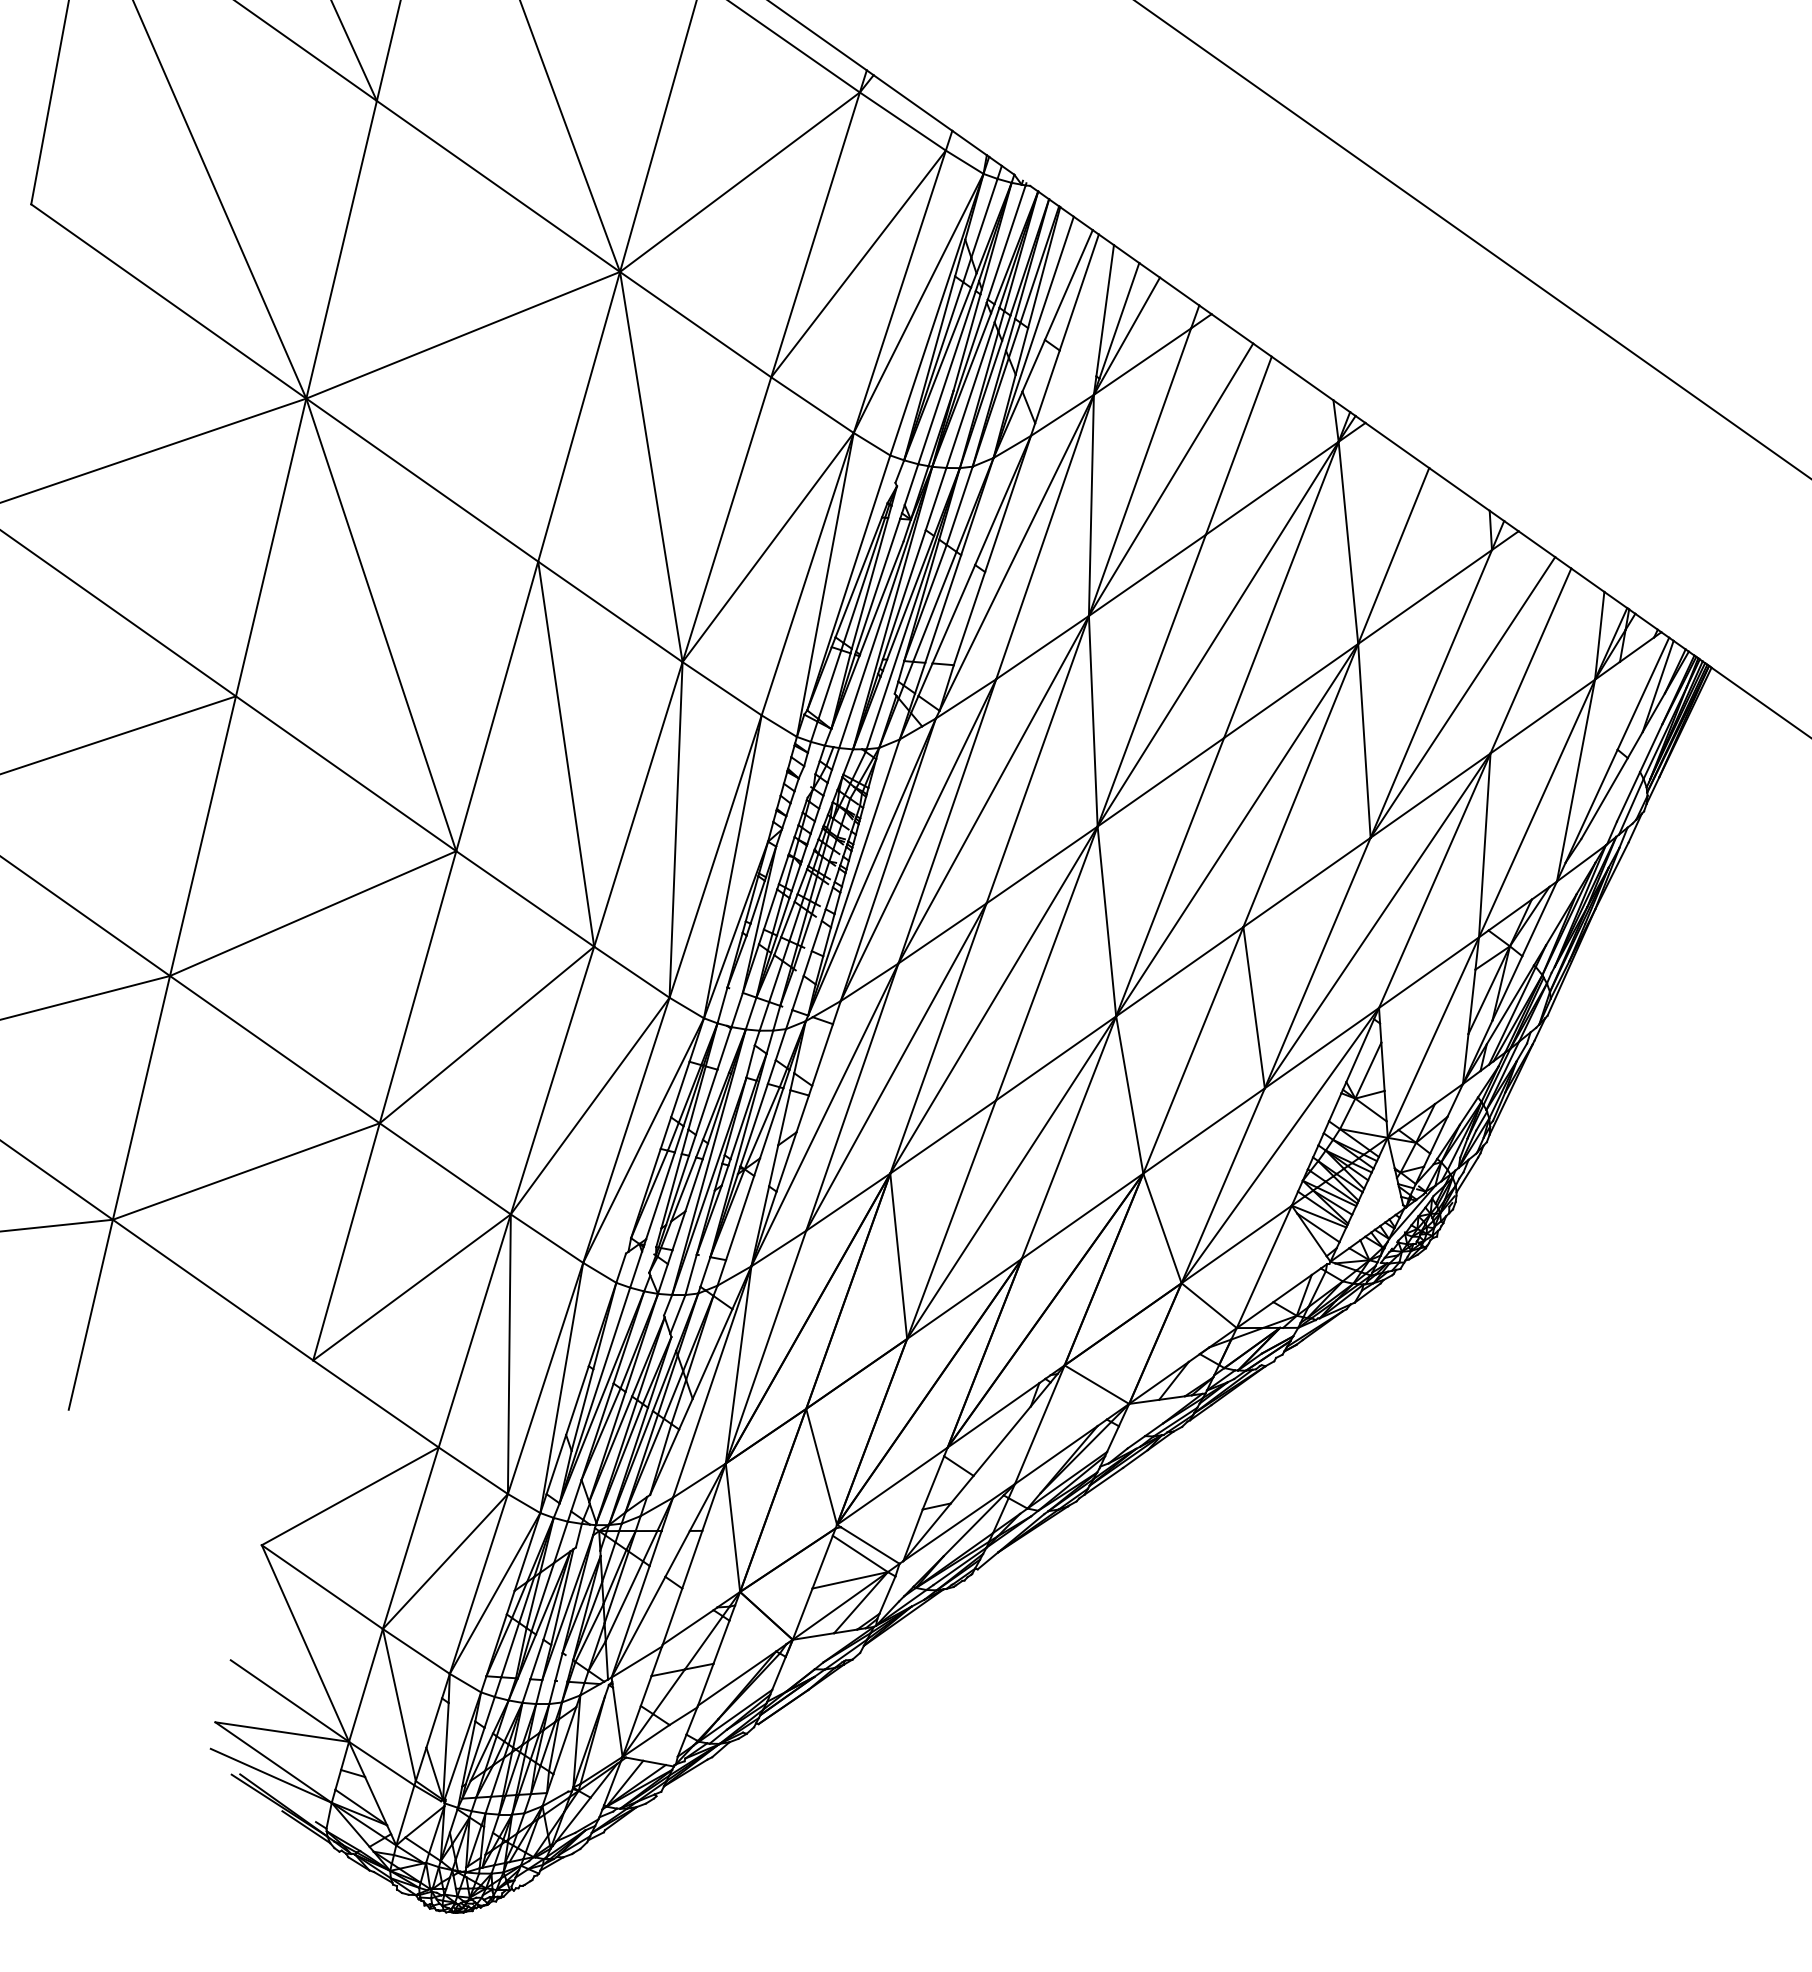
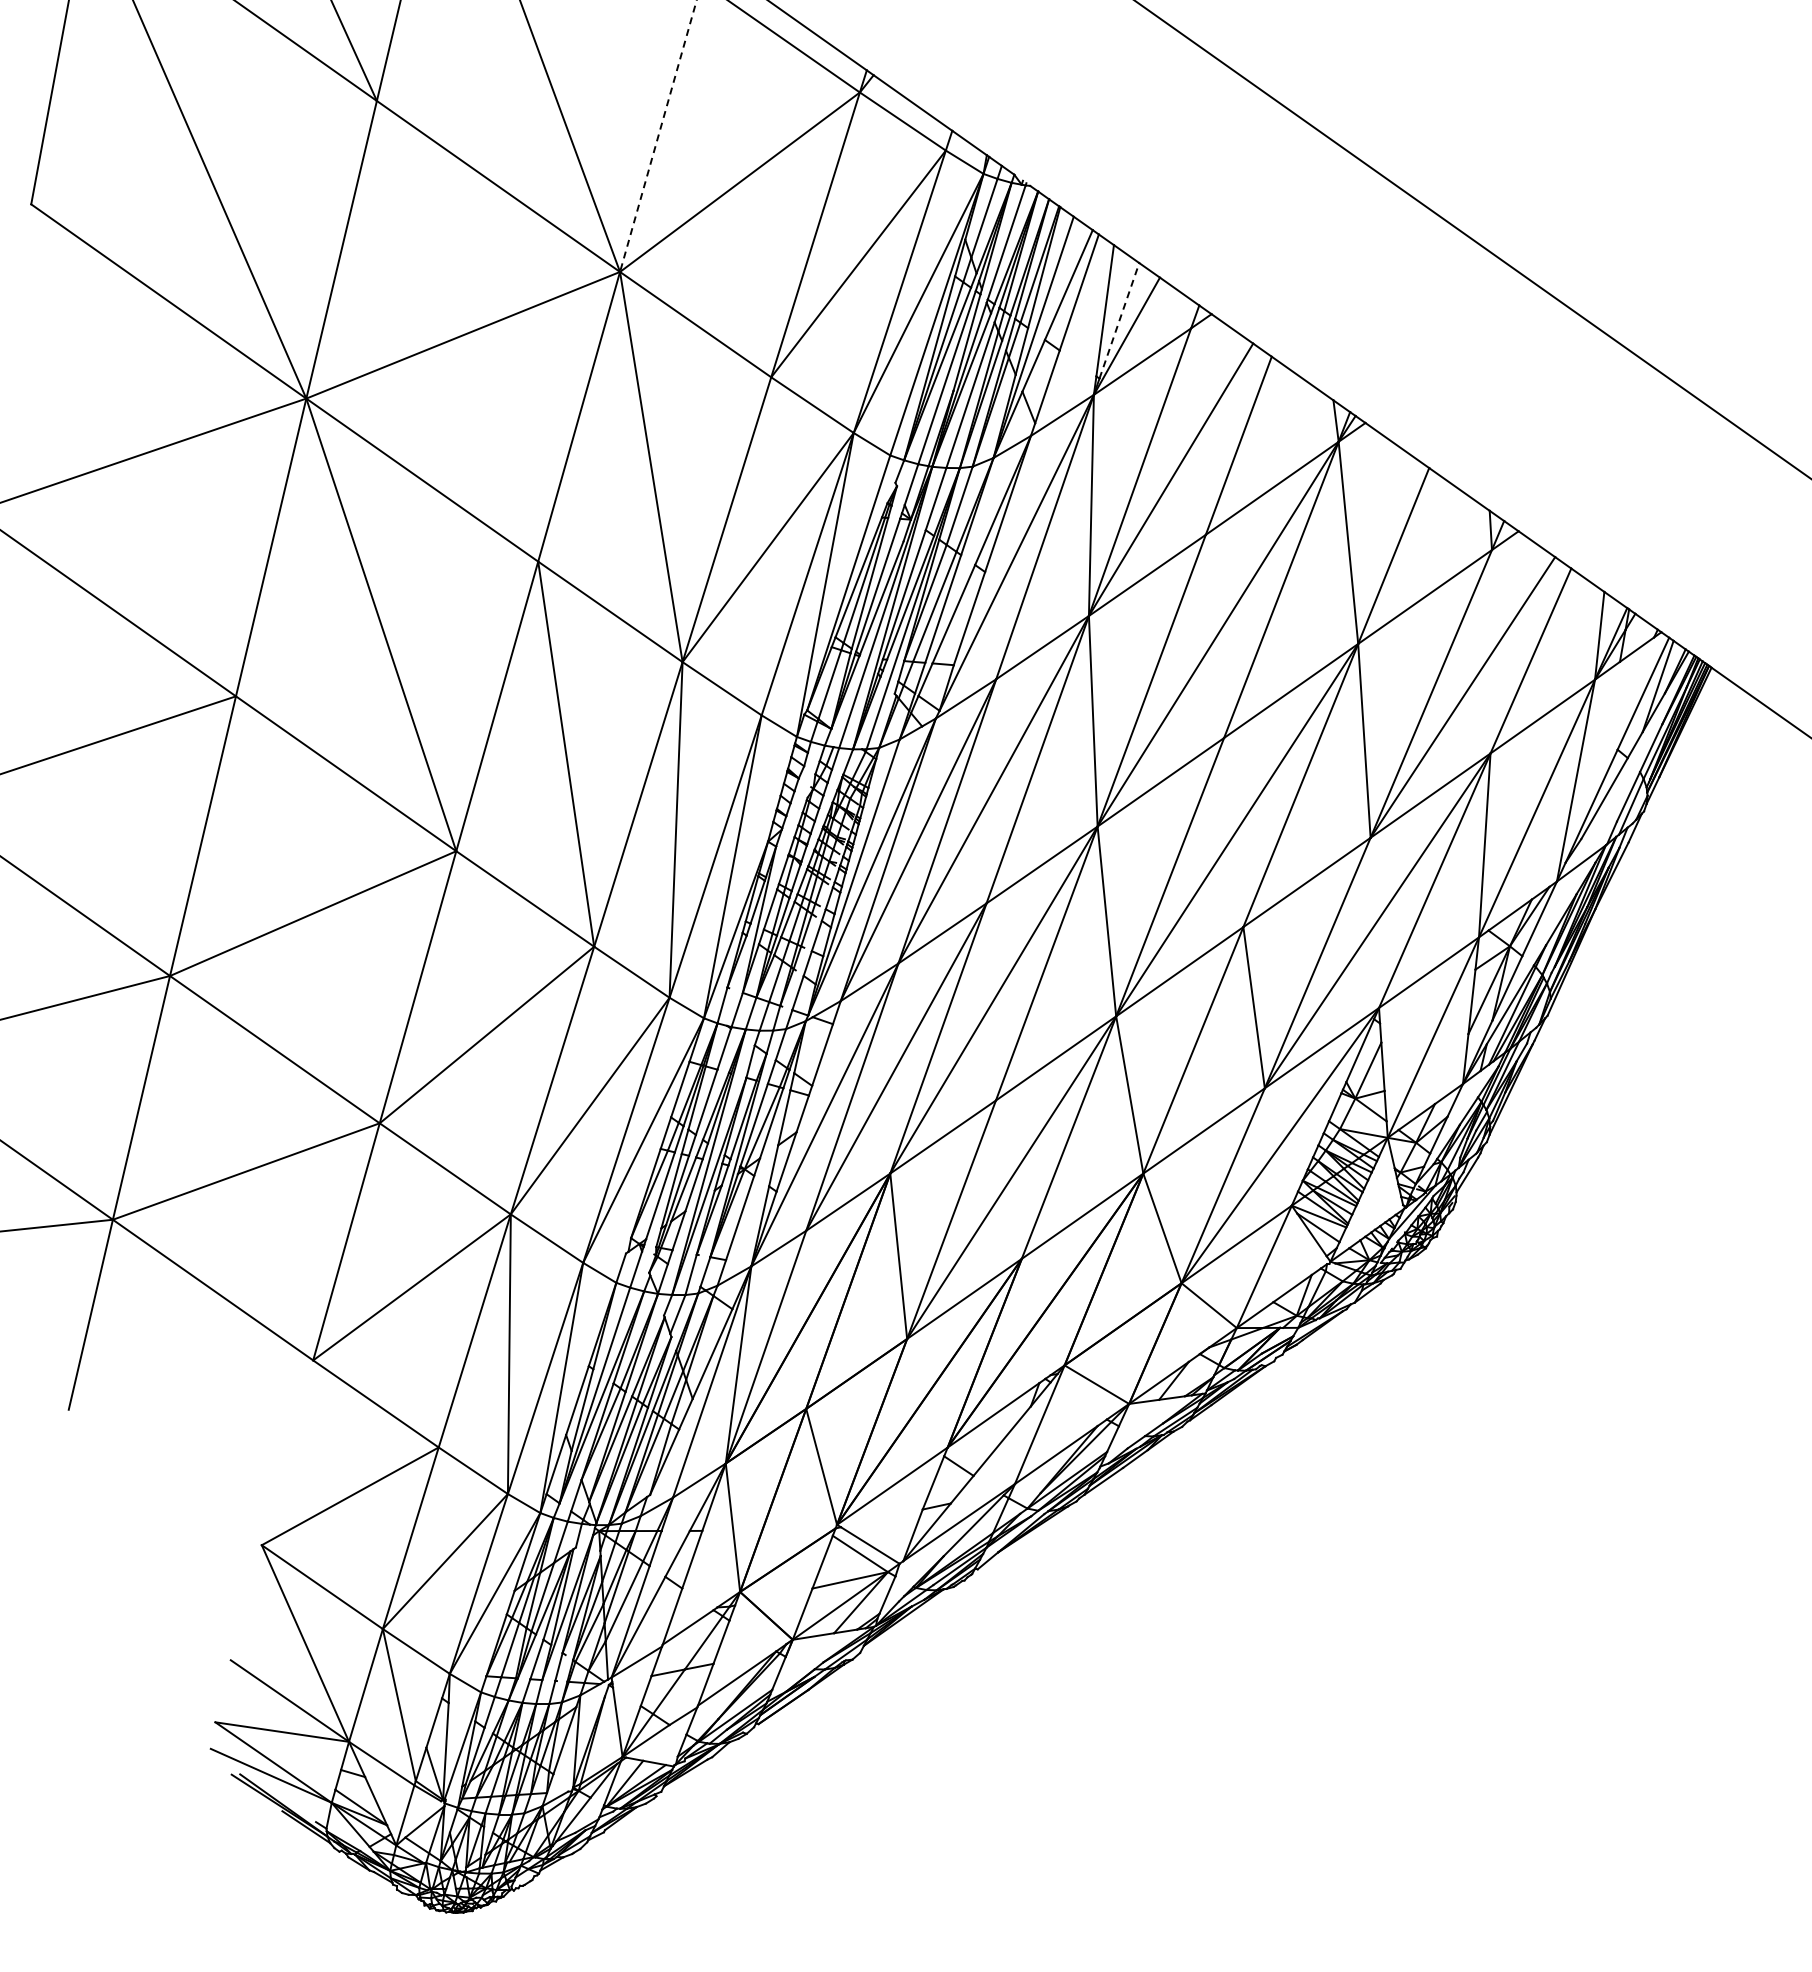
line at (658, 136): solid -> dashed
line at (1119, 320): solid -> dashed
